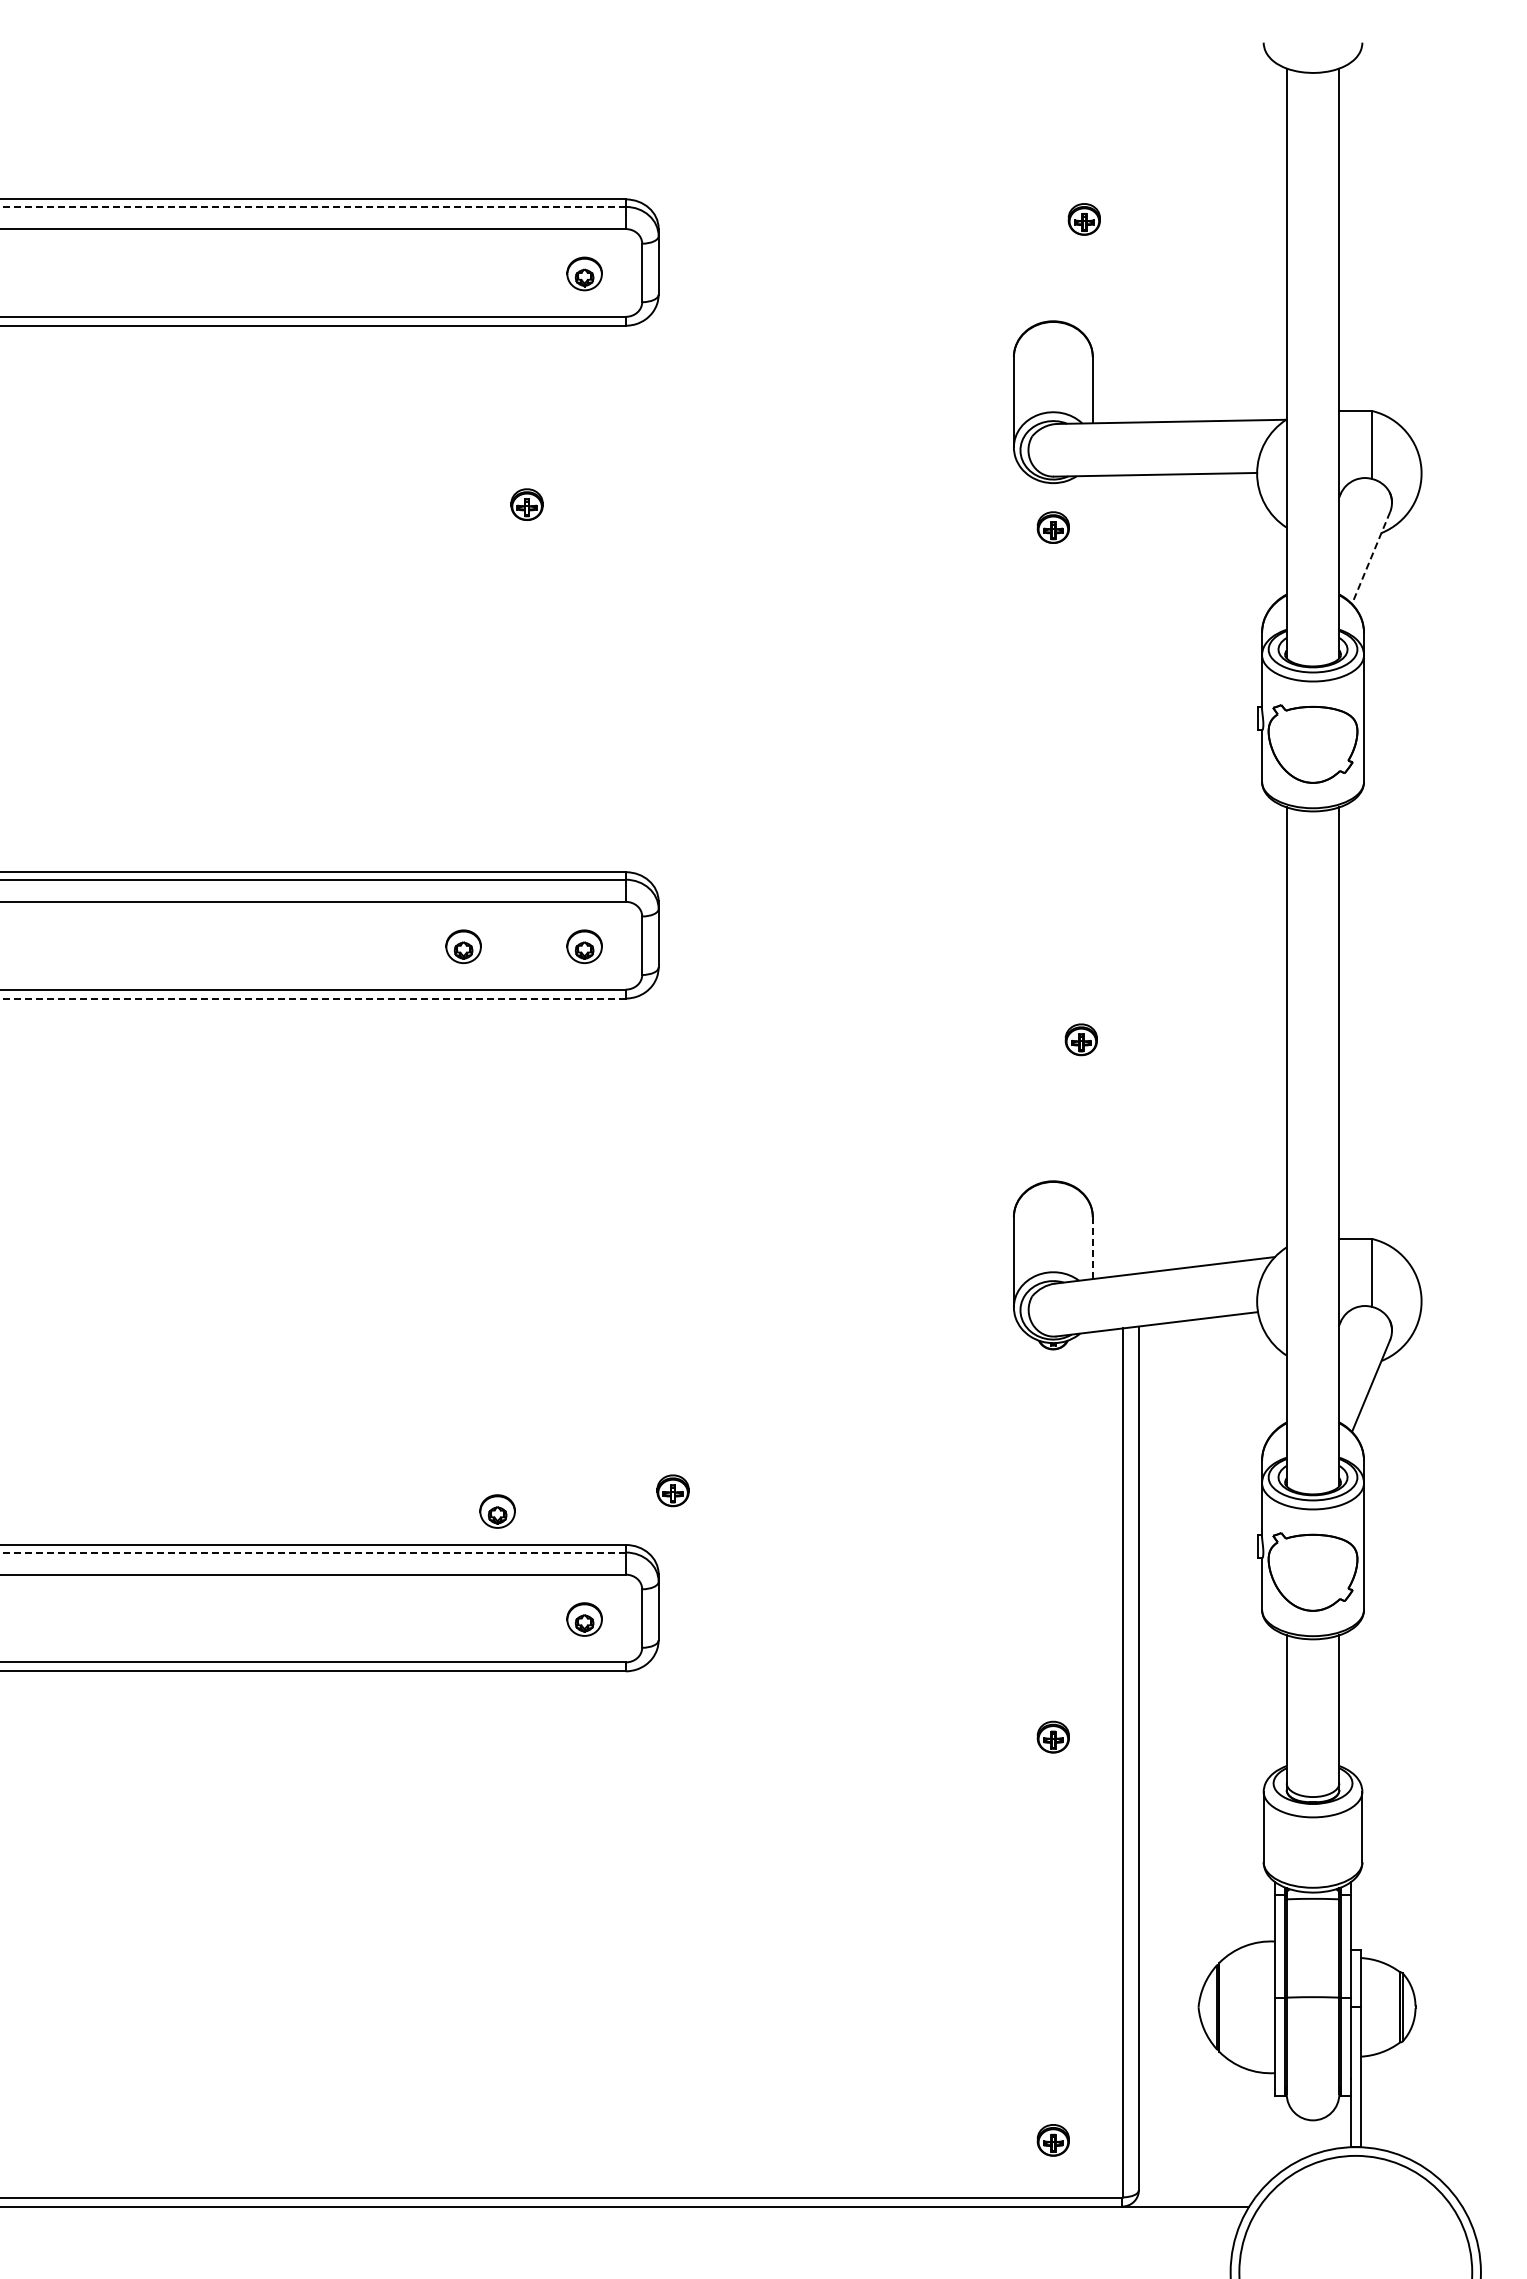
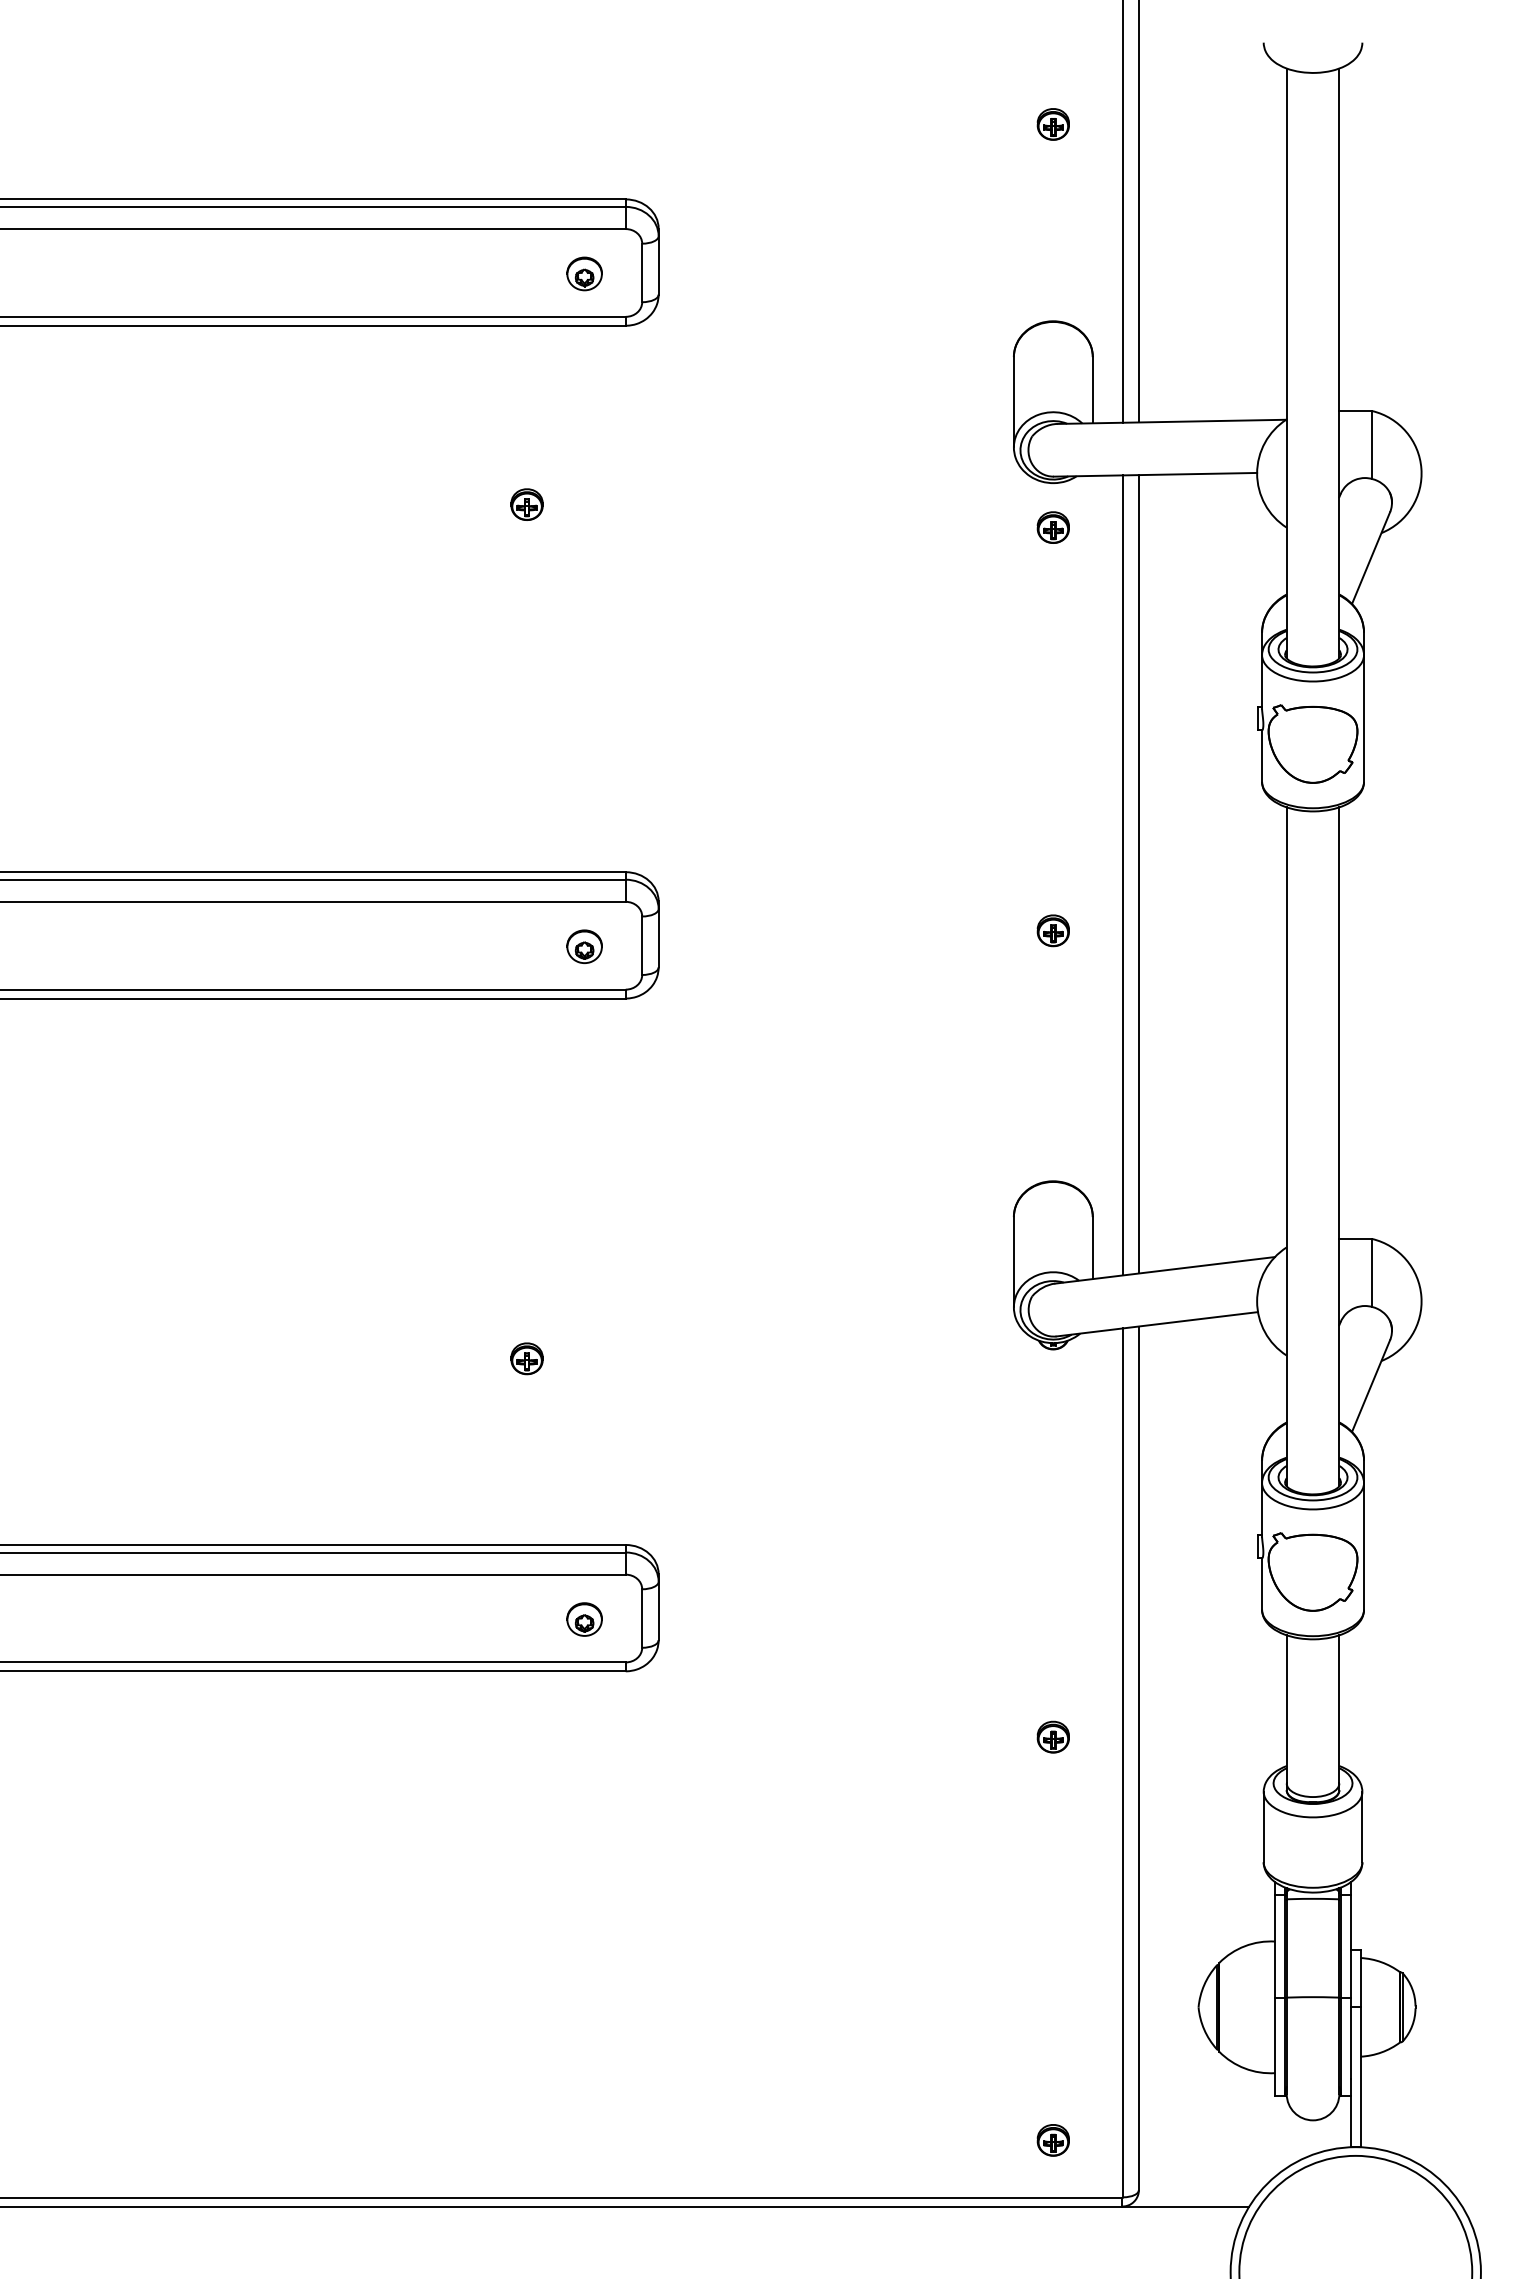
line at (312, 206): dashed -> solid
line at (1123, 212): none -> present
line at (1138, 212): none -> present
part at (1083, 219) position: (1083, 219) -> (1052, 124)
line at (1371, 558): dashed -> solid
line at (1138, 874): none -> present
line at (1123, 875): none -> present
part at (463, 946): present -> none
line at (313, 998): dashed -> solid
part at (1080, 1039) position: (1080, 1039) -> (1052, 930)
line at (1092, 1248): dashed -> solid
part at (672, 1490) position: (672, 1490) -> (526, 1358)
part at (497, 1511): present -> none
line at (312, 1552): dashed -> solid
